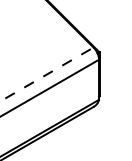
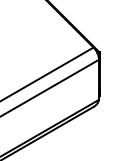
line at (46, 74): dashed -> solid
